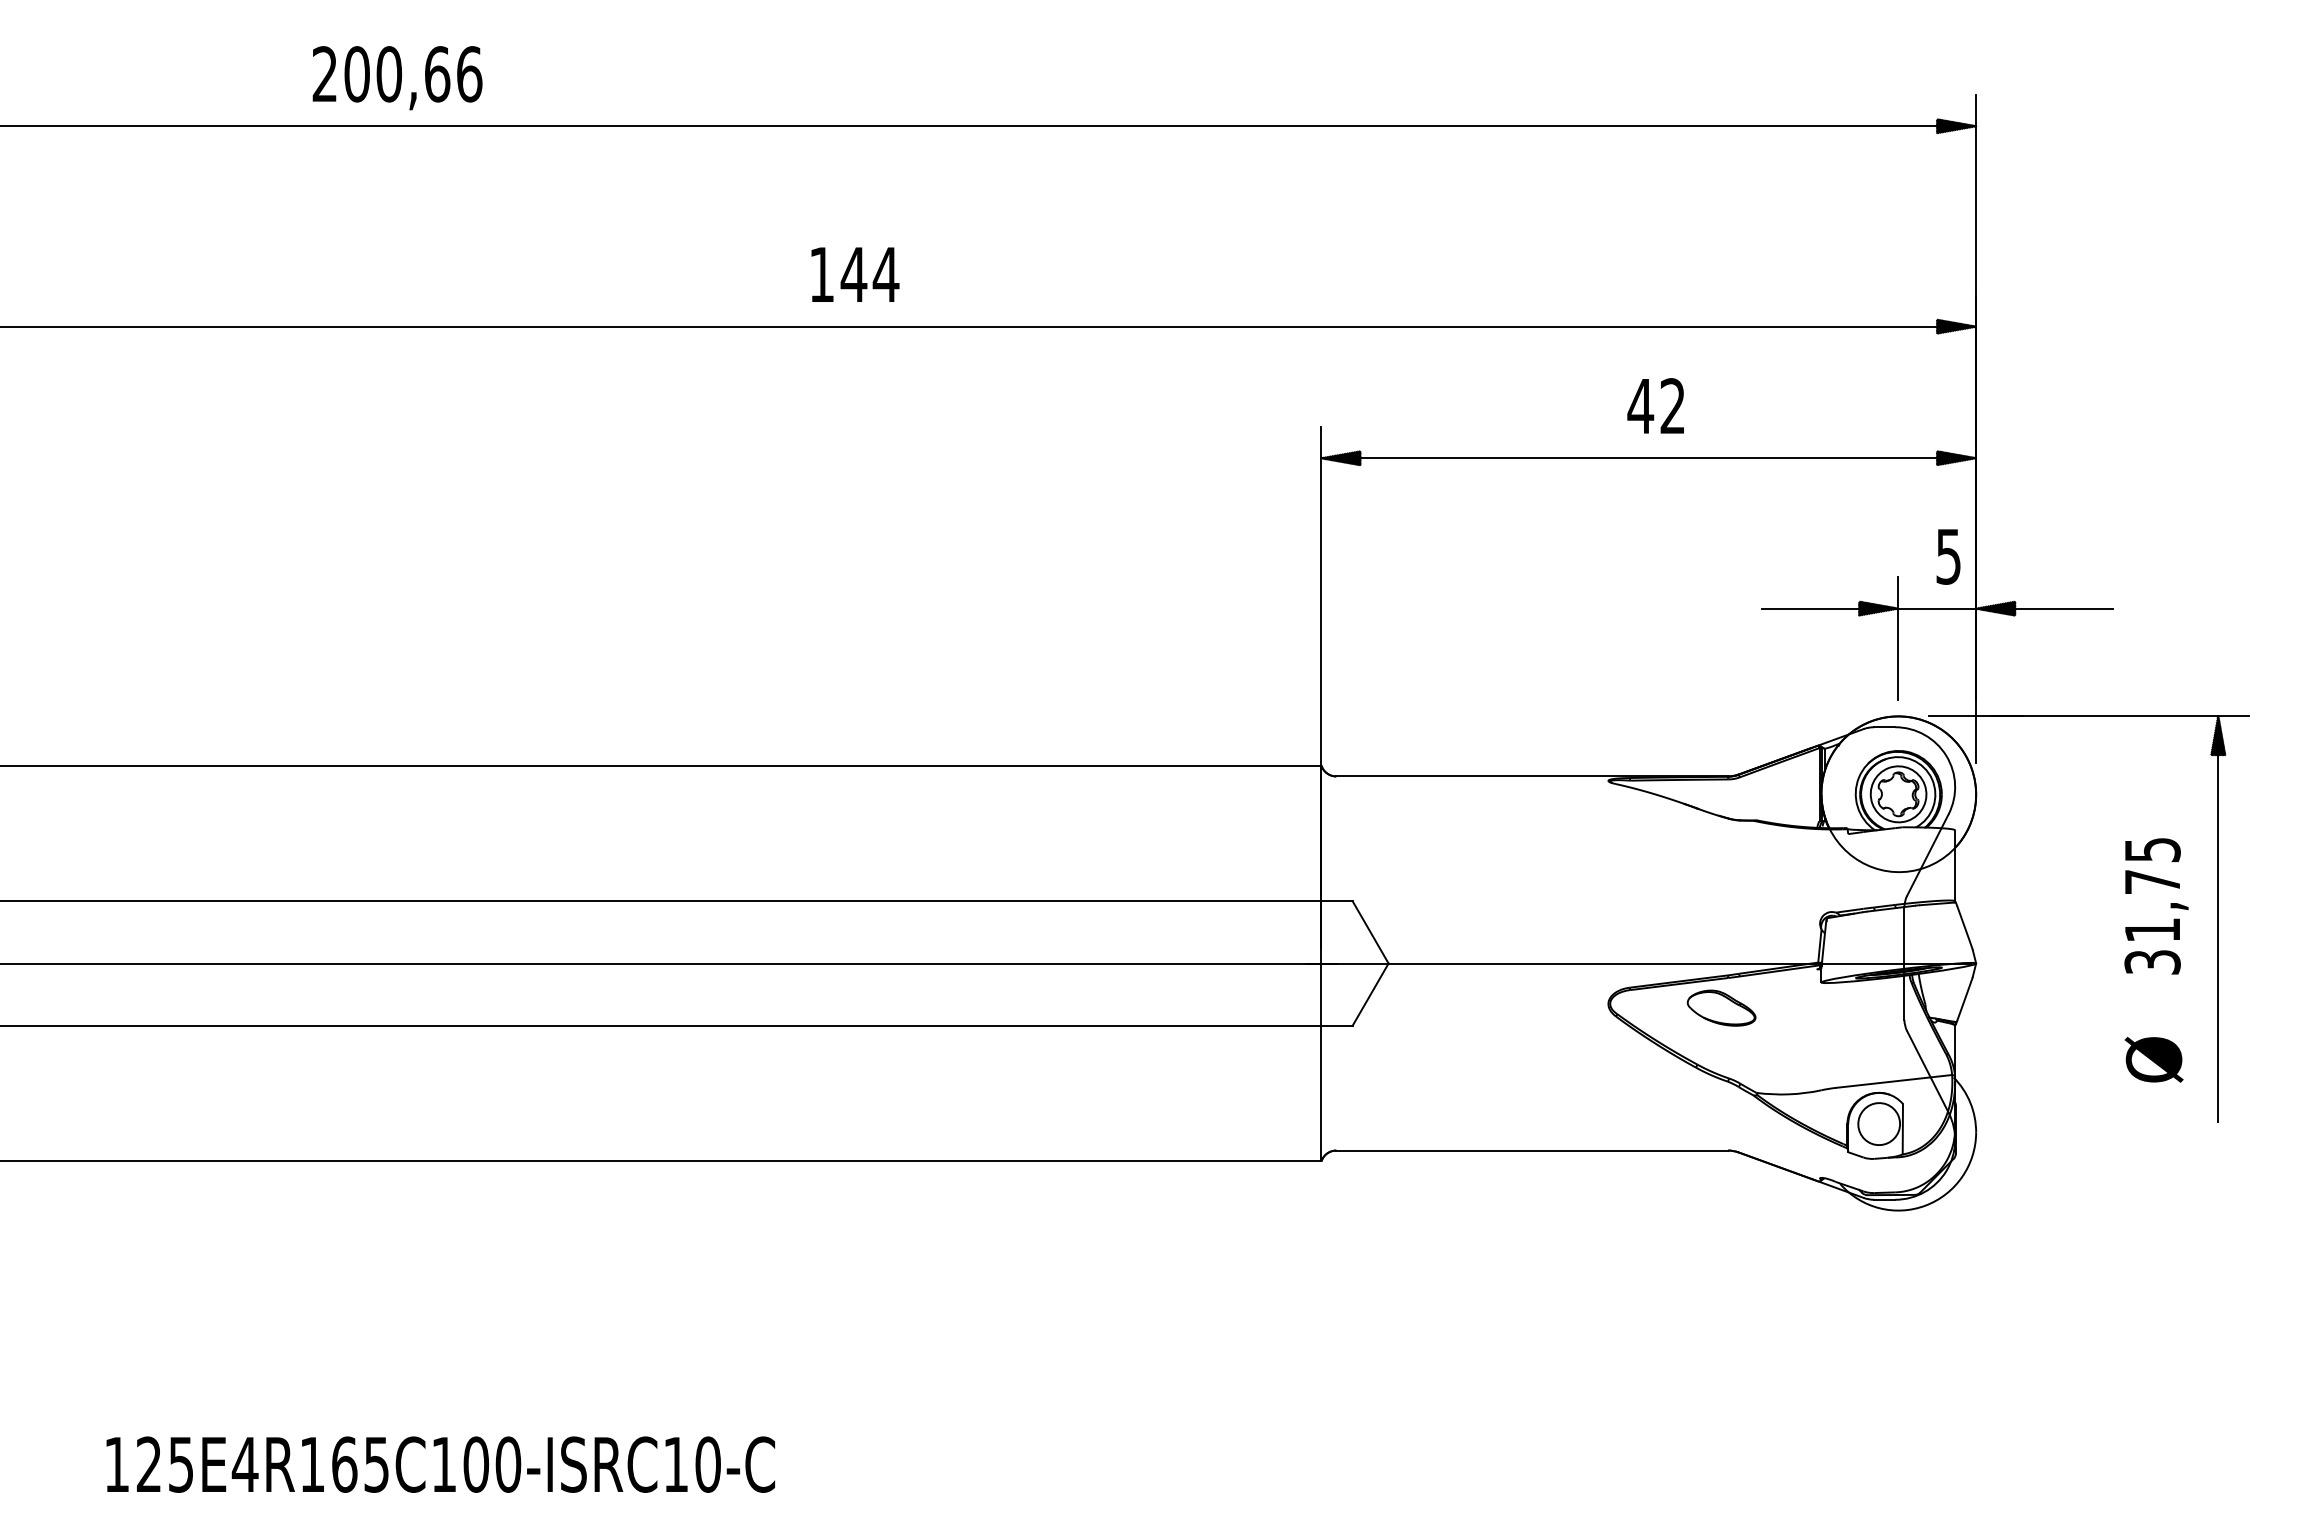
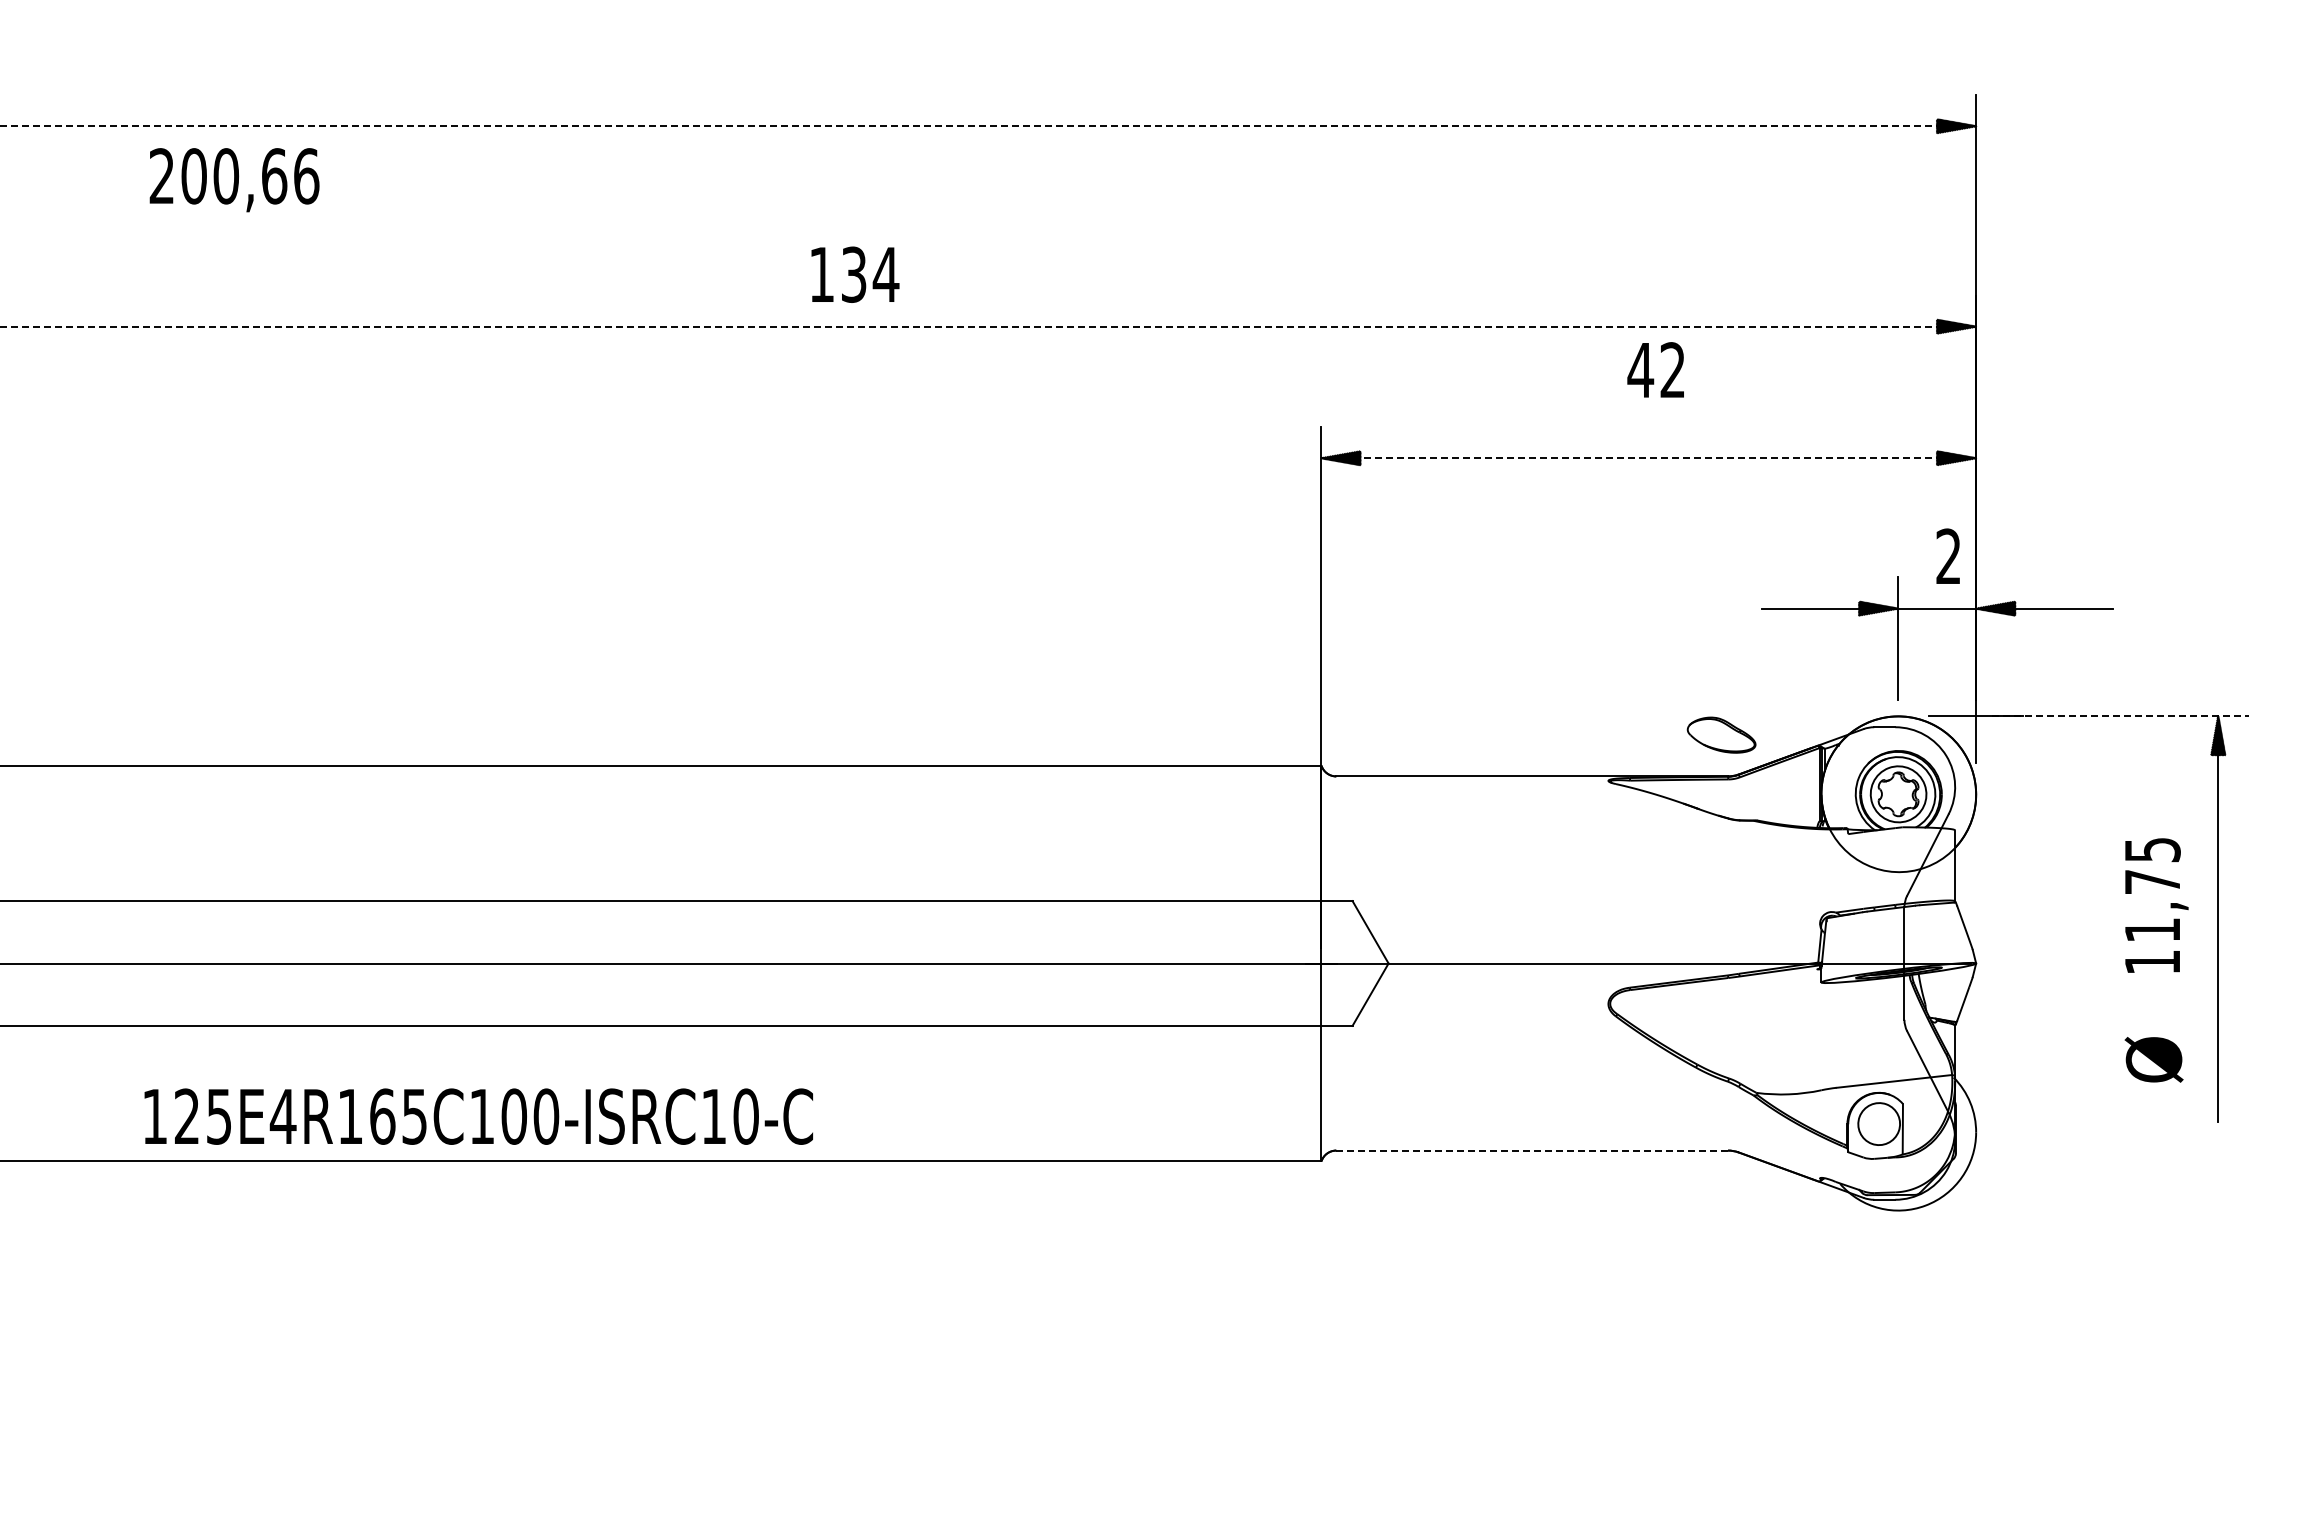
text at (397, 78) position: (397, 78) -> (234, 180)
line at (988, 126): solid -> dashed
text at (853, 274): 144 -> 134
line at (988, 326): solid -> dashed
text at (1655, 405) position: (1655, 405) -> (1655, 369)
line at (1648, 458): solid -> dashed
text at (1948, 556): 5 -> 2
line at (2120, 716): solid -> dashed
text at (2152, 962): 31,75 -> 11,75
part at (1721, 1007) position: (1721, 1007) -> (1721, 734)
line at (1532, 1150): solid -> dashed
text at (440, 1464) position: (440, 1464) -> (478, 1116)
